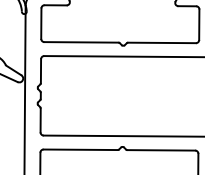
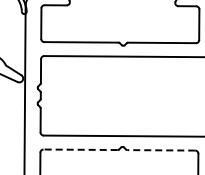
line at (80, 149): solid -> dashed
line at (161, 150): solid -> dashed
